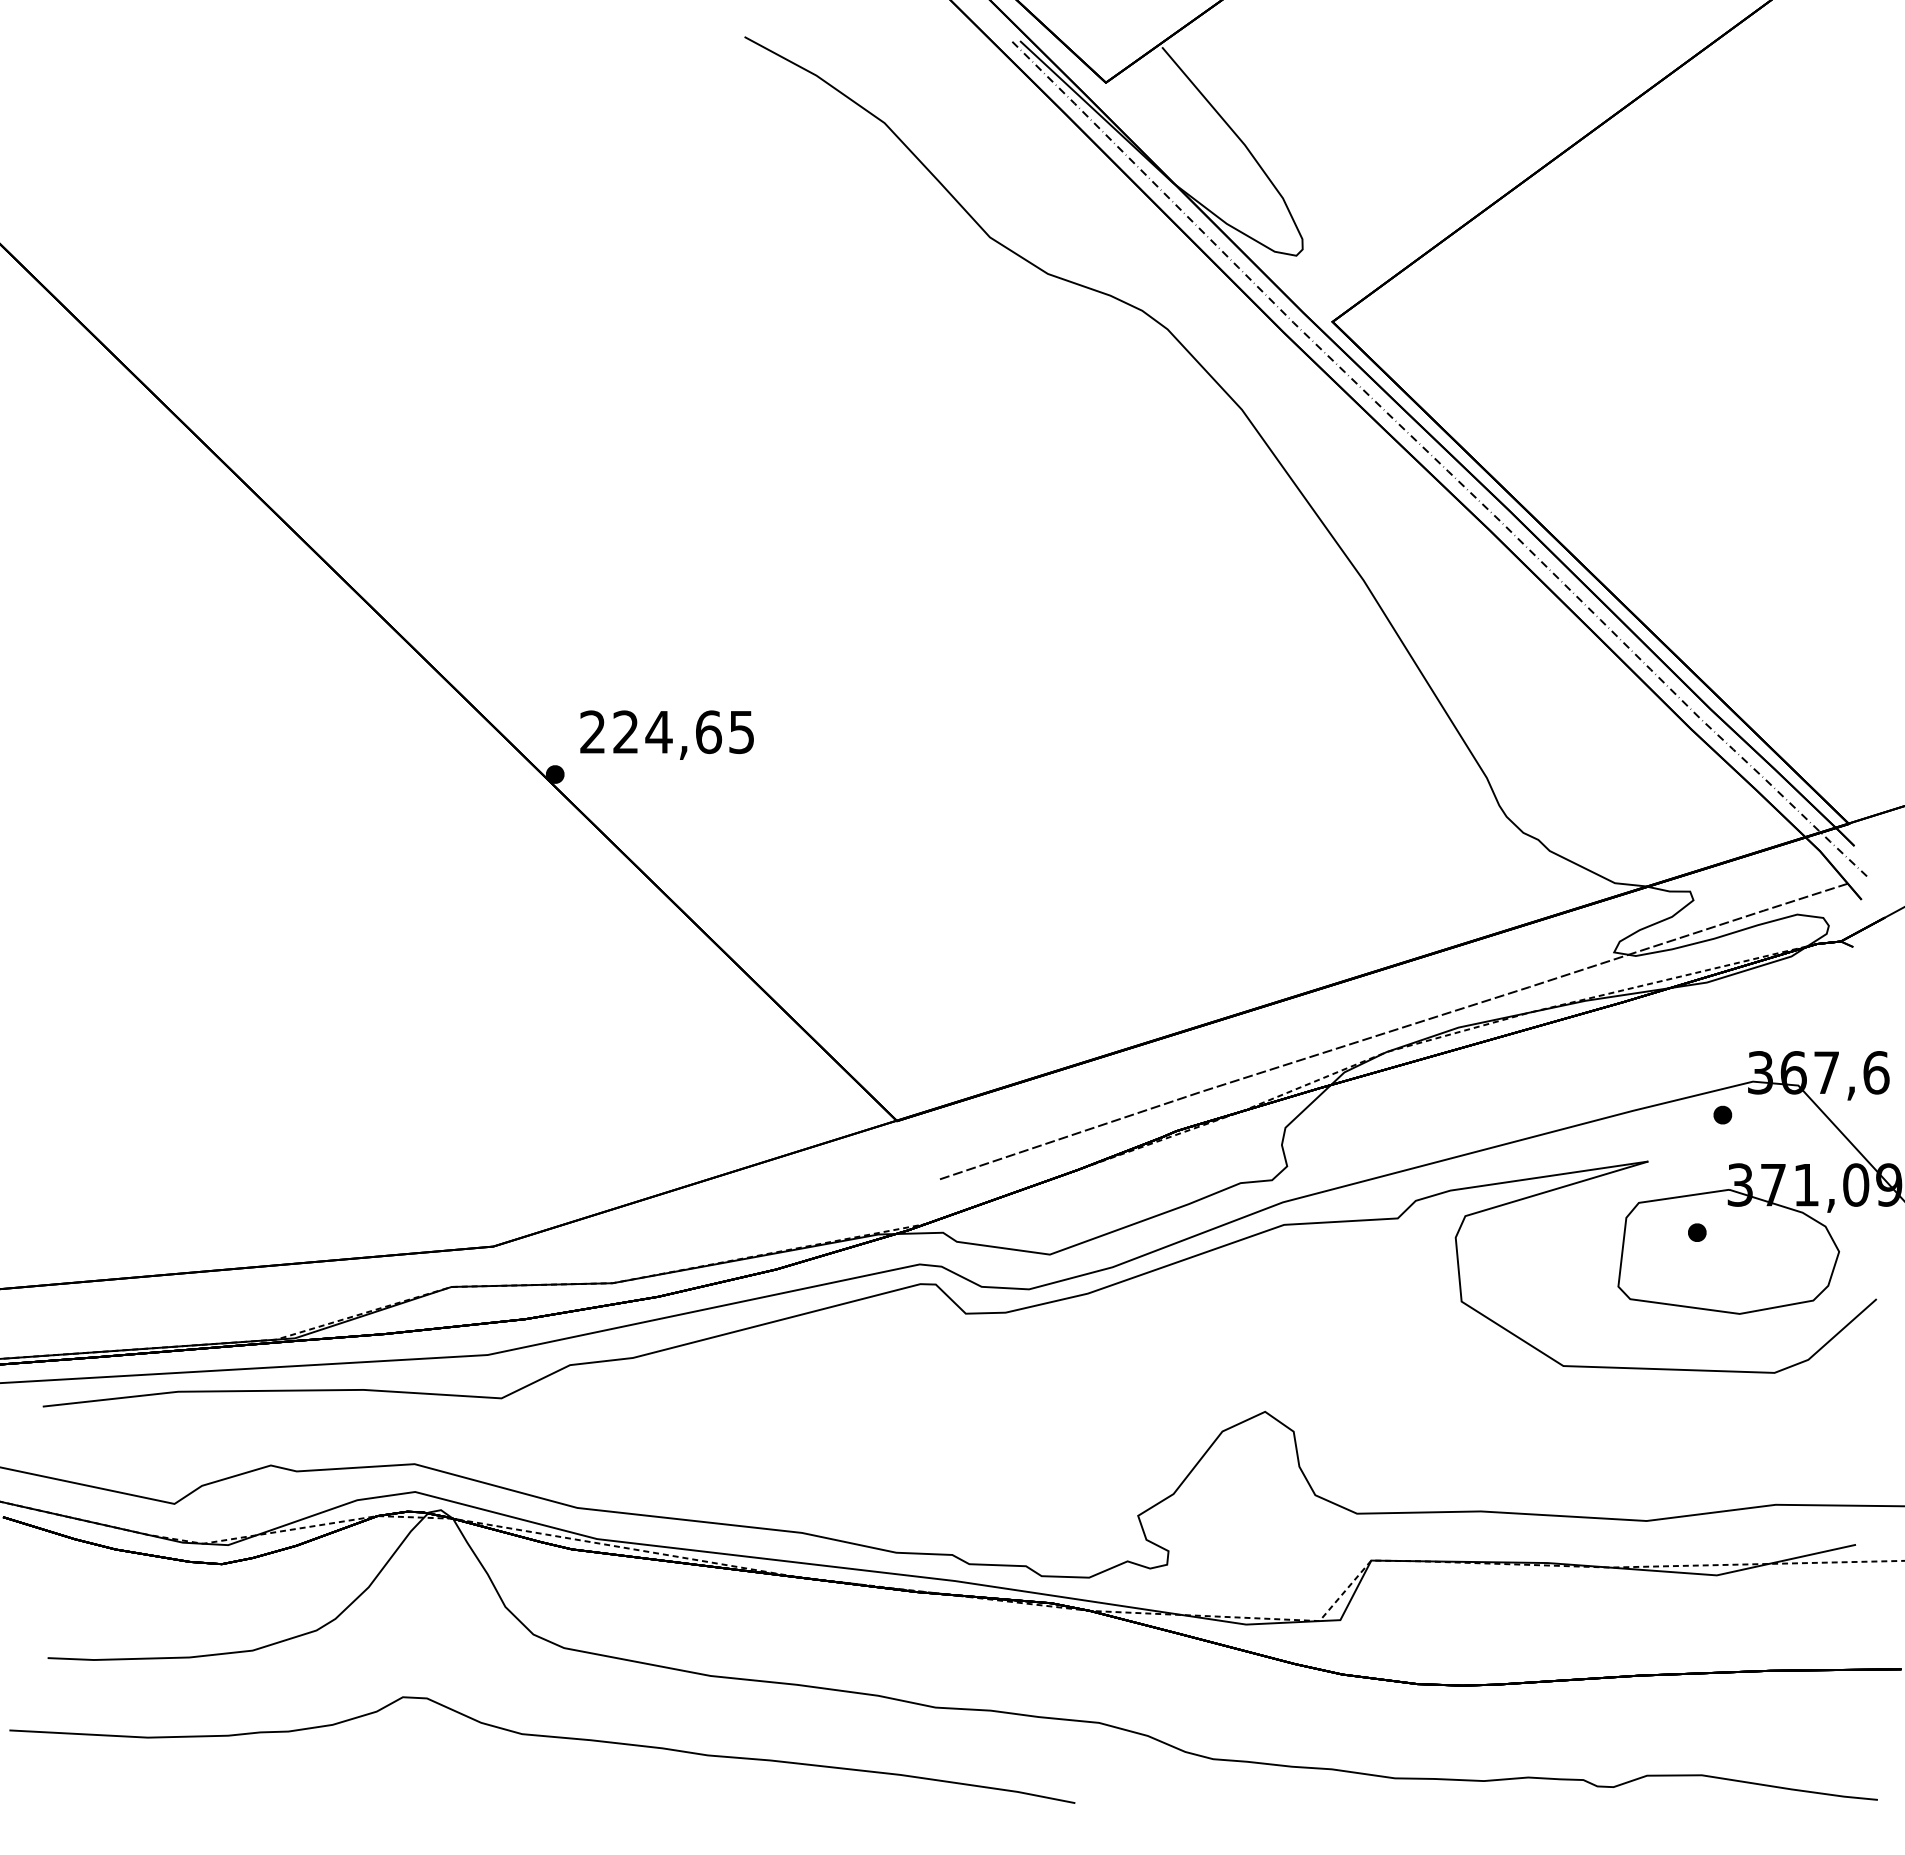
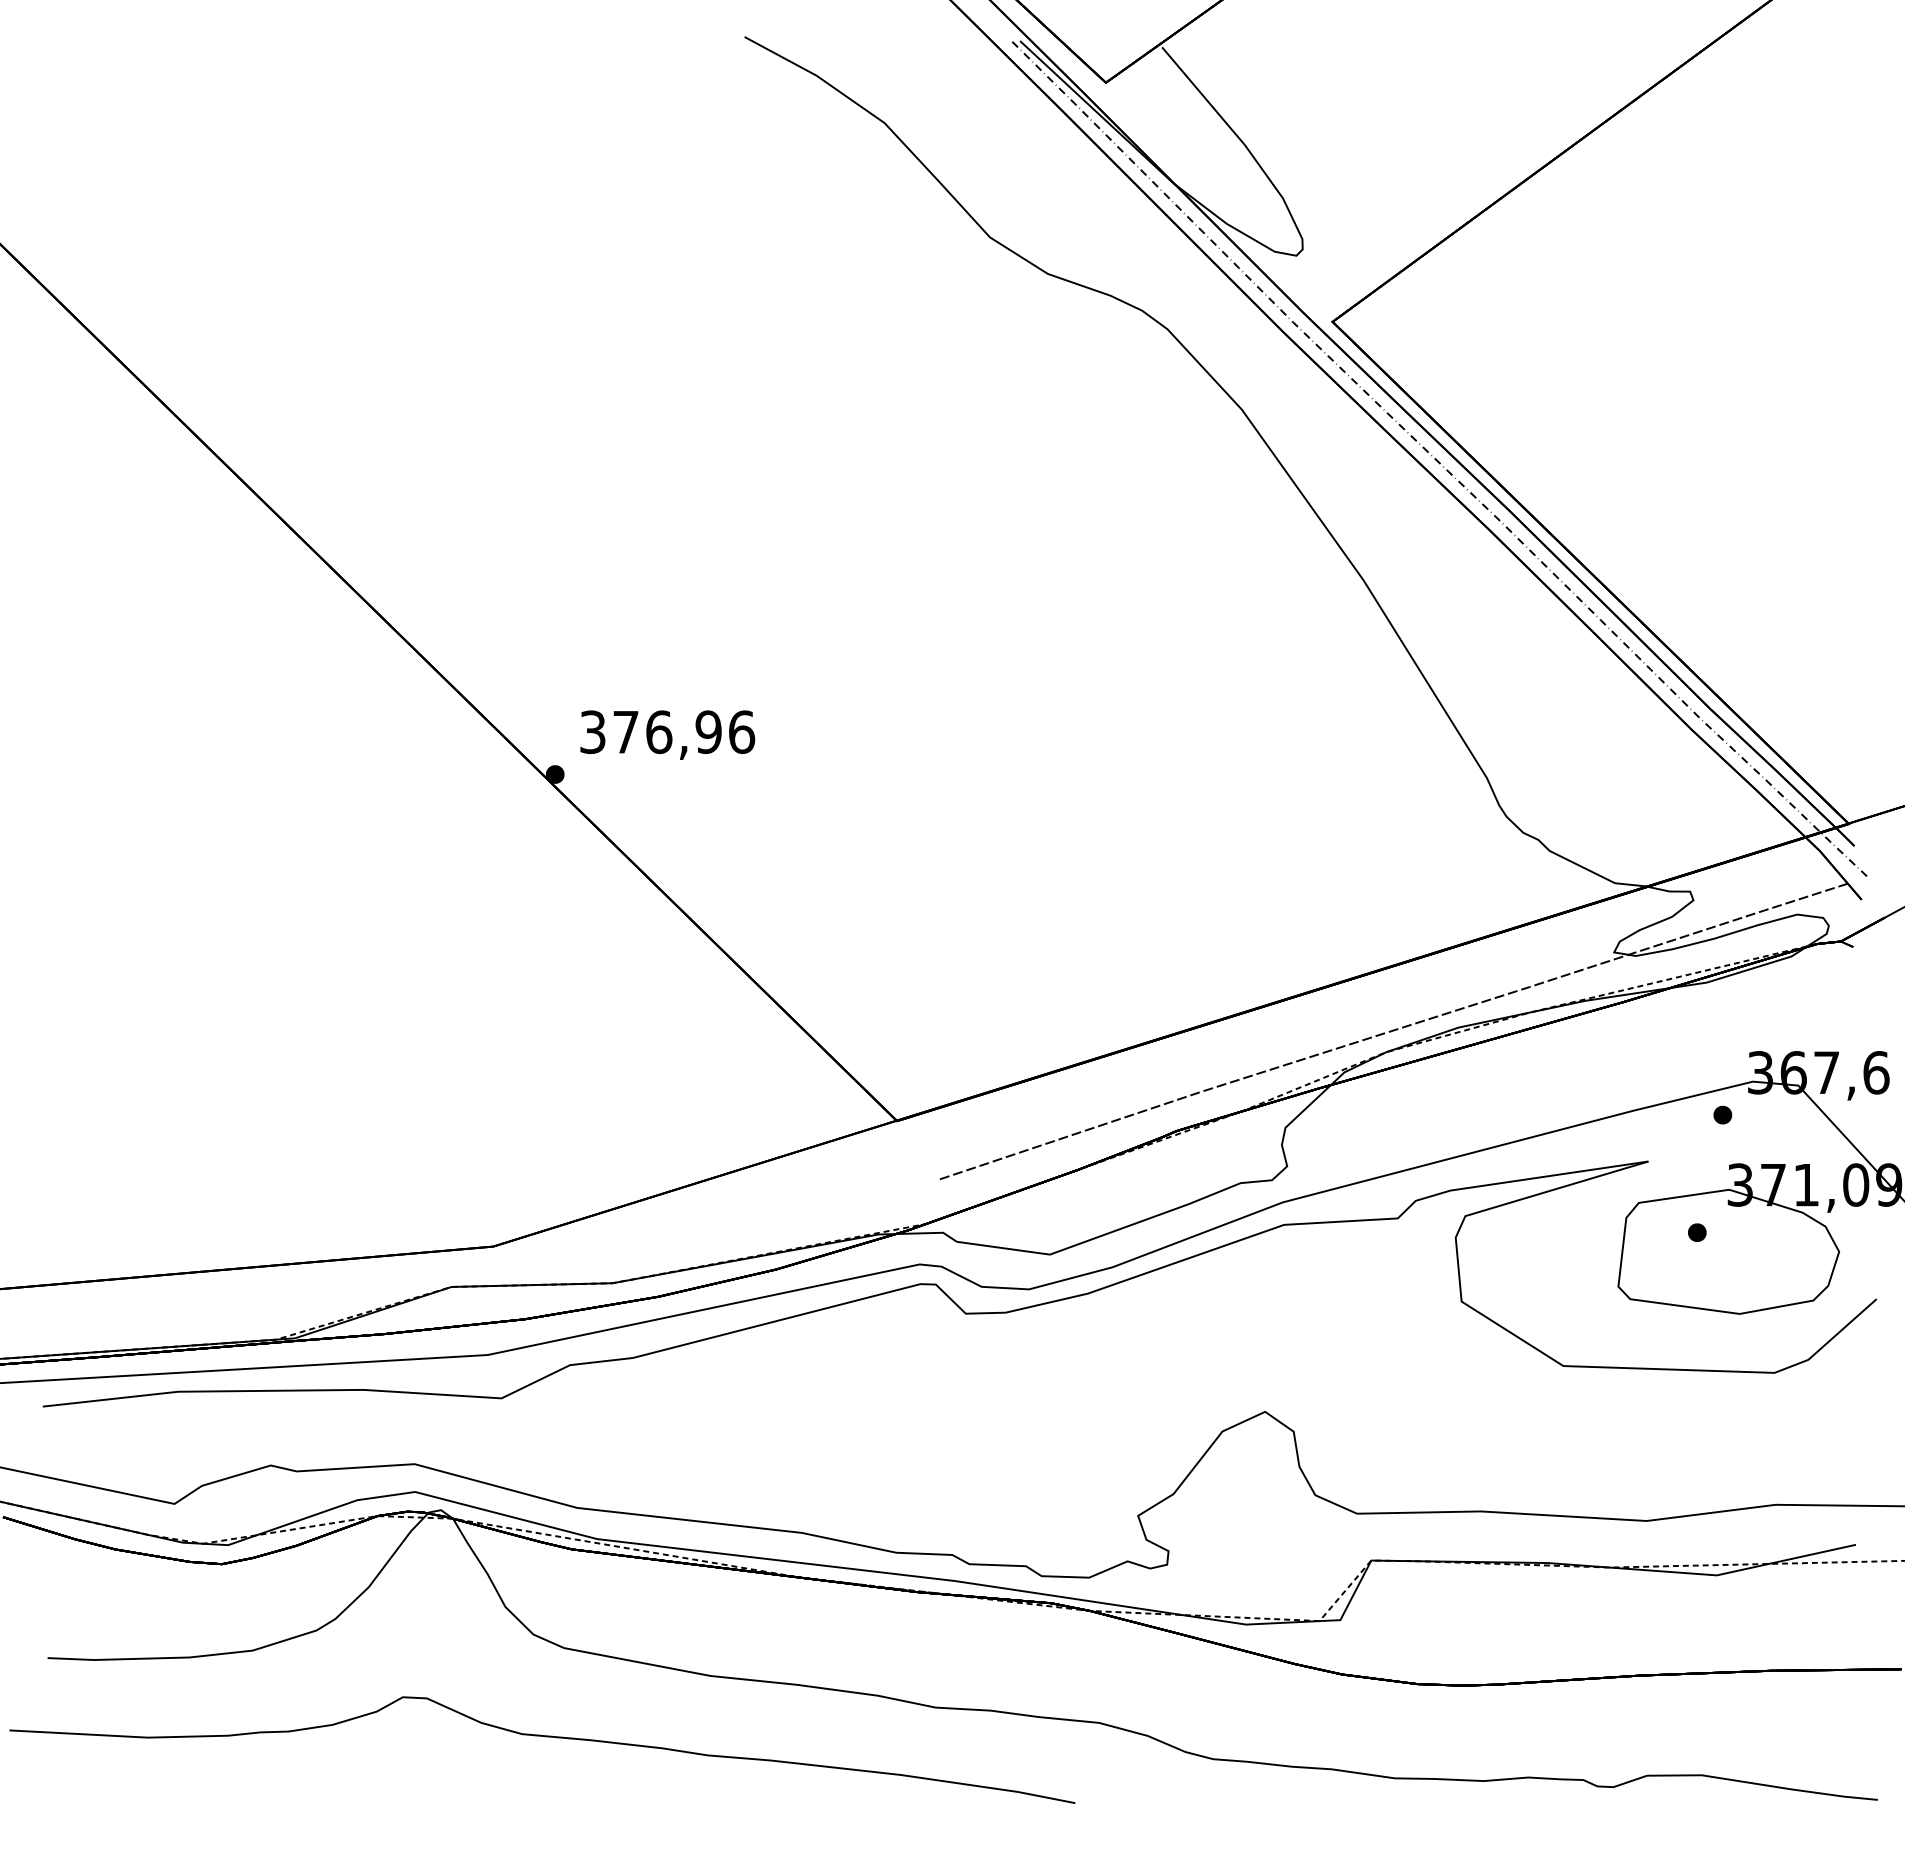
text at (667, 732): 224,65 -> 376,96
